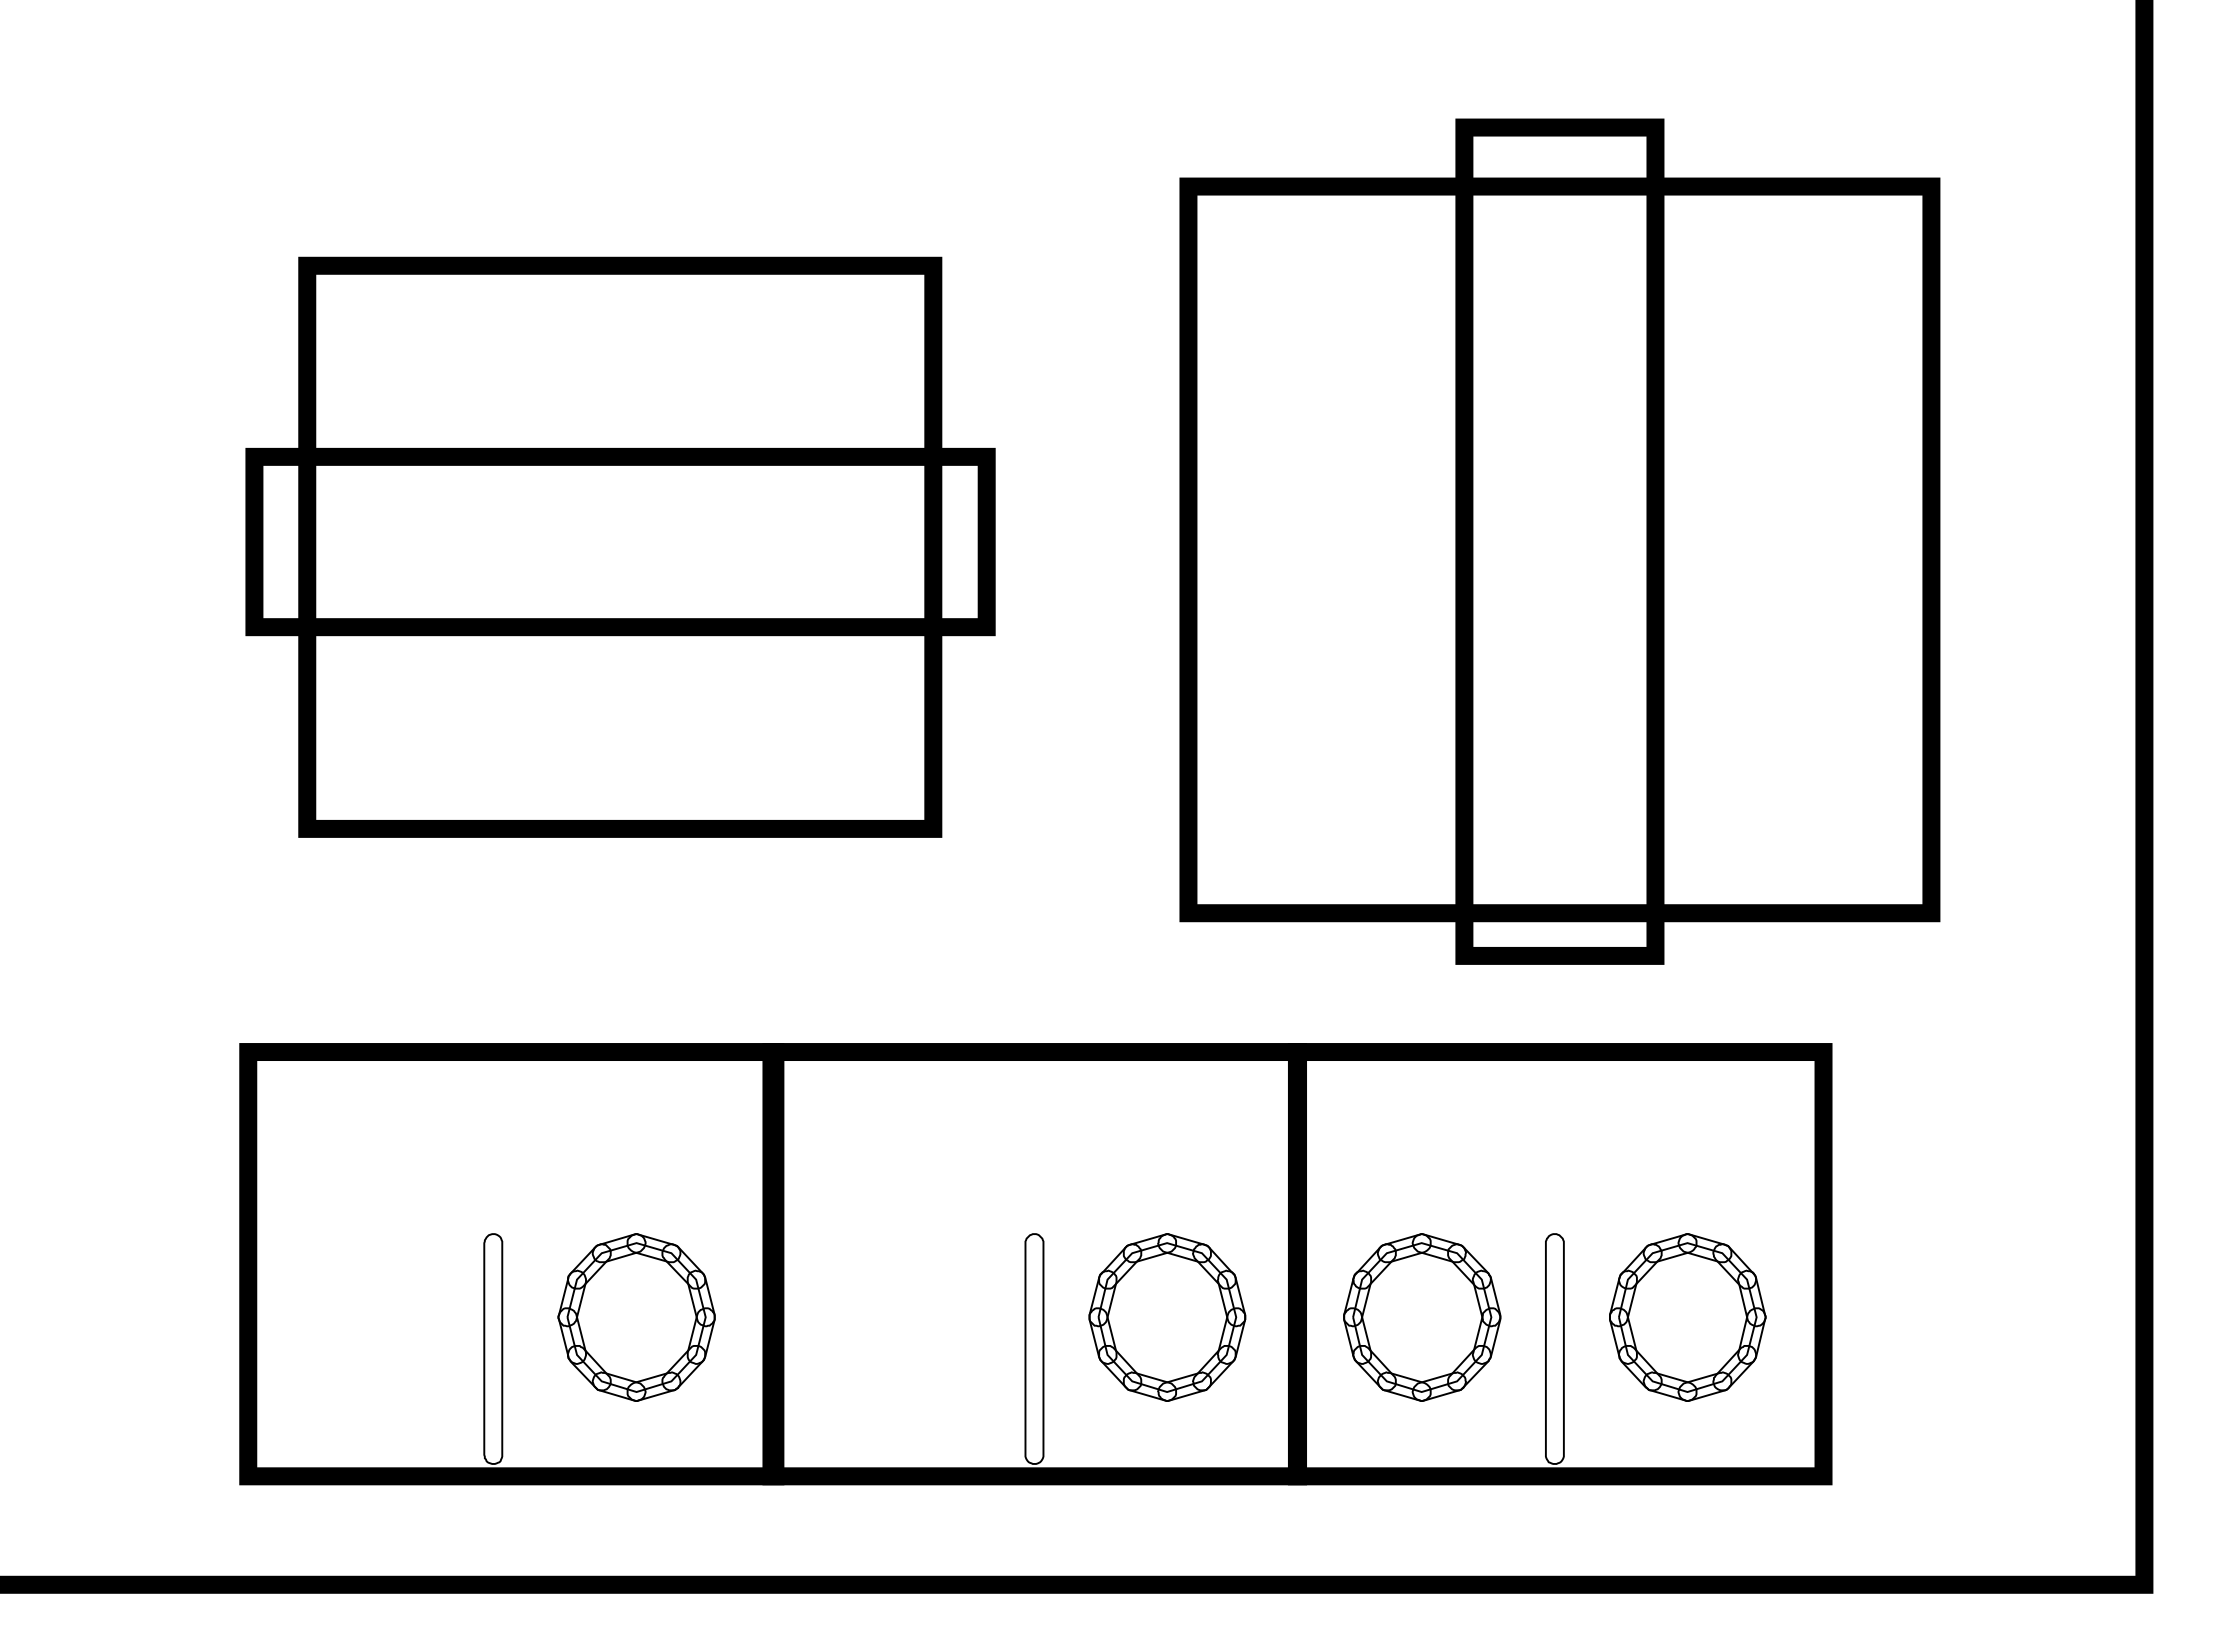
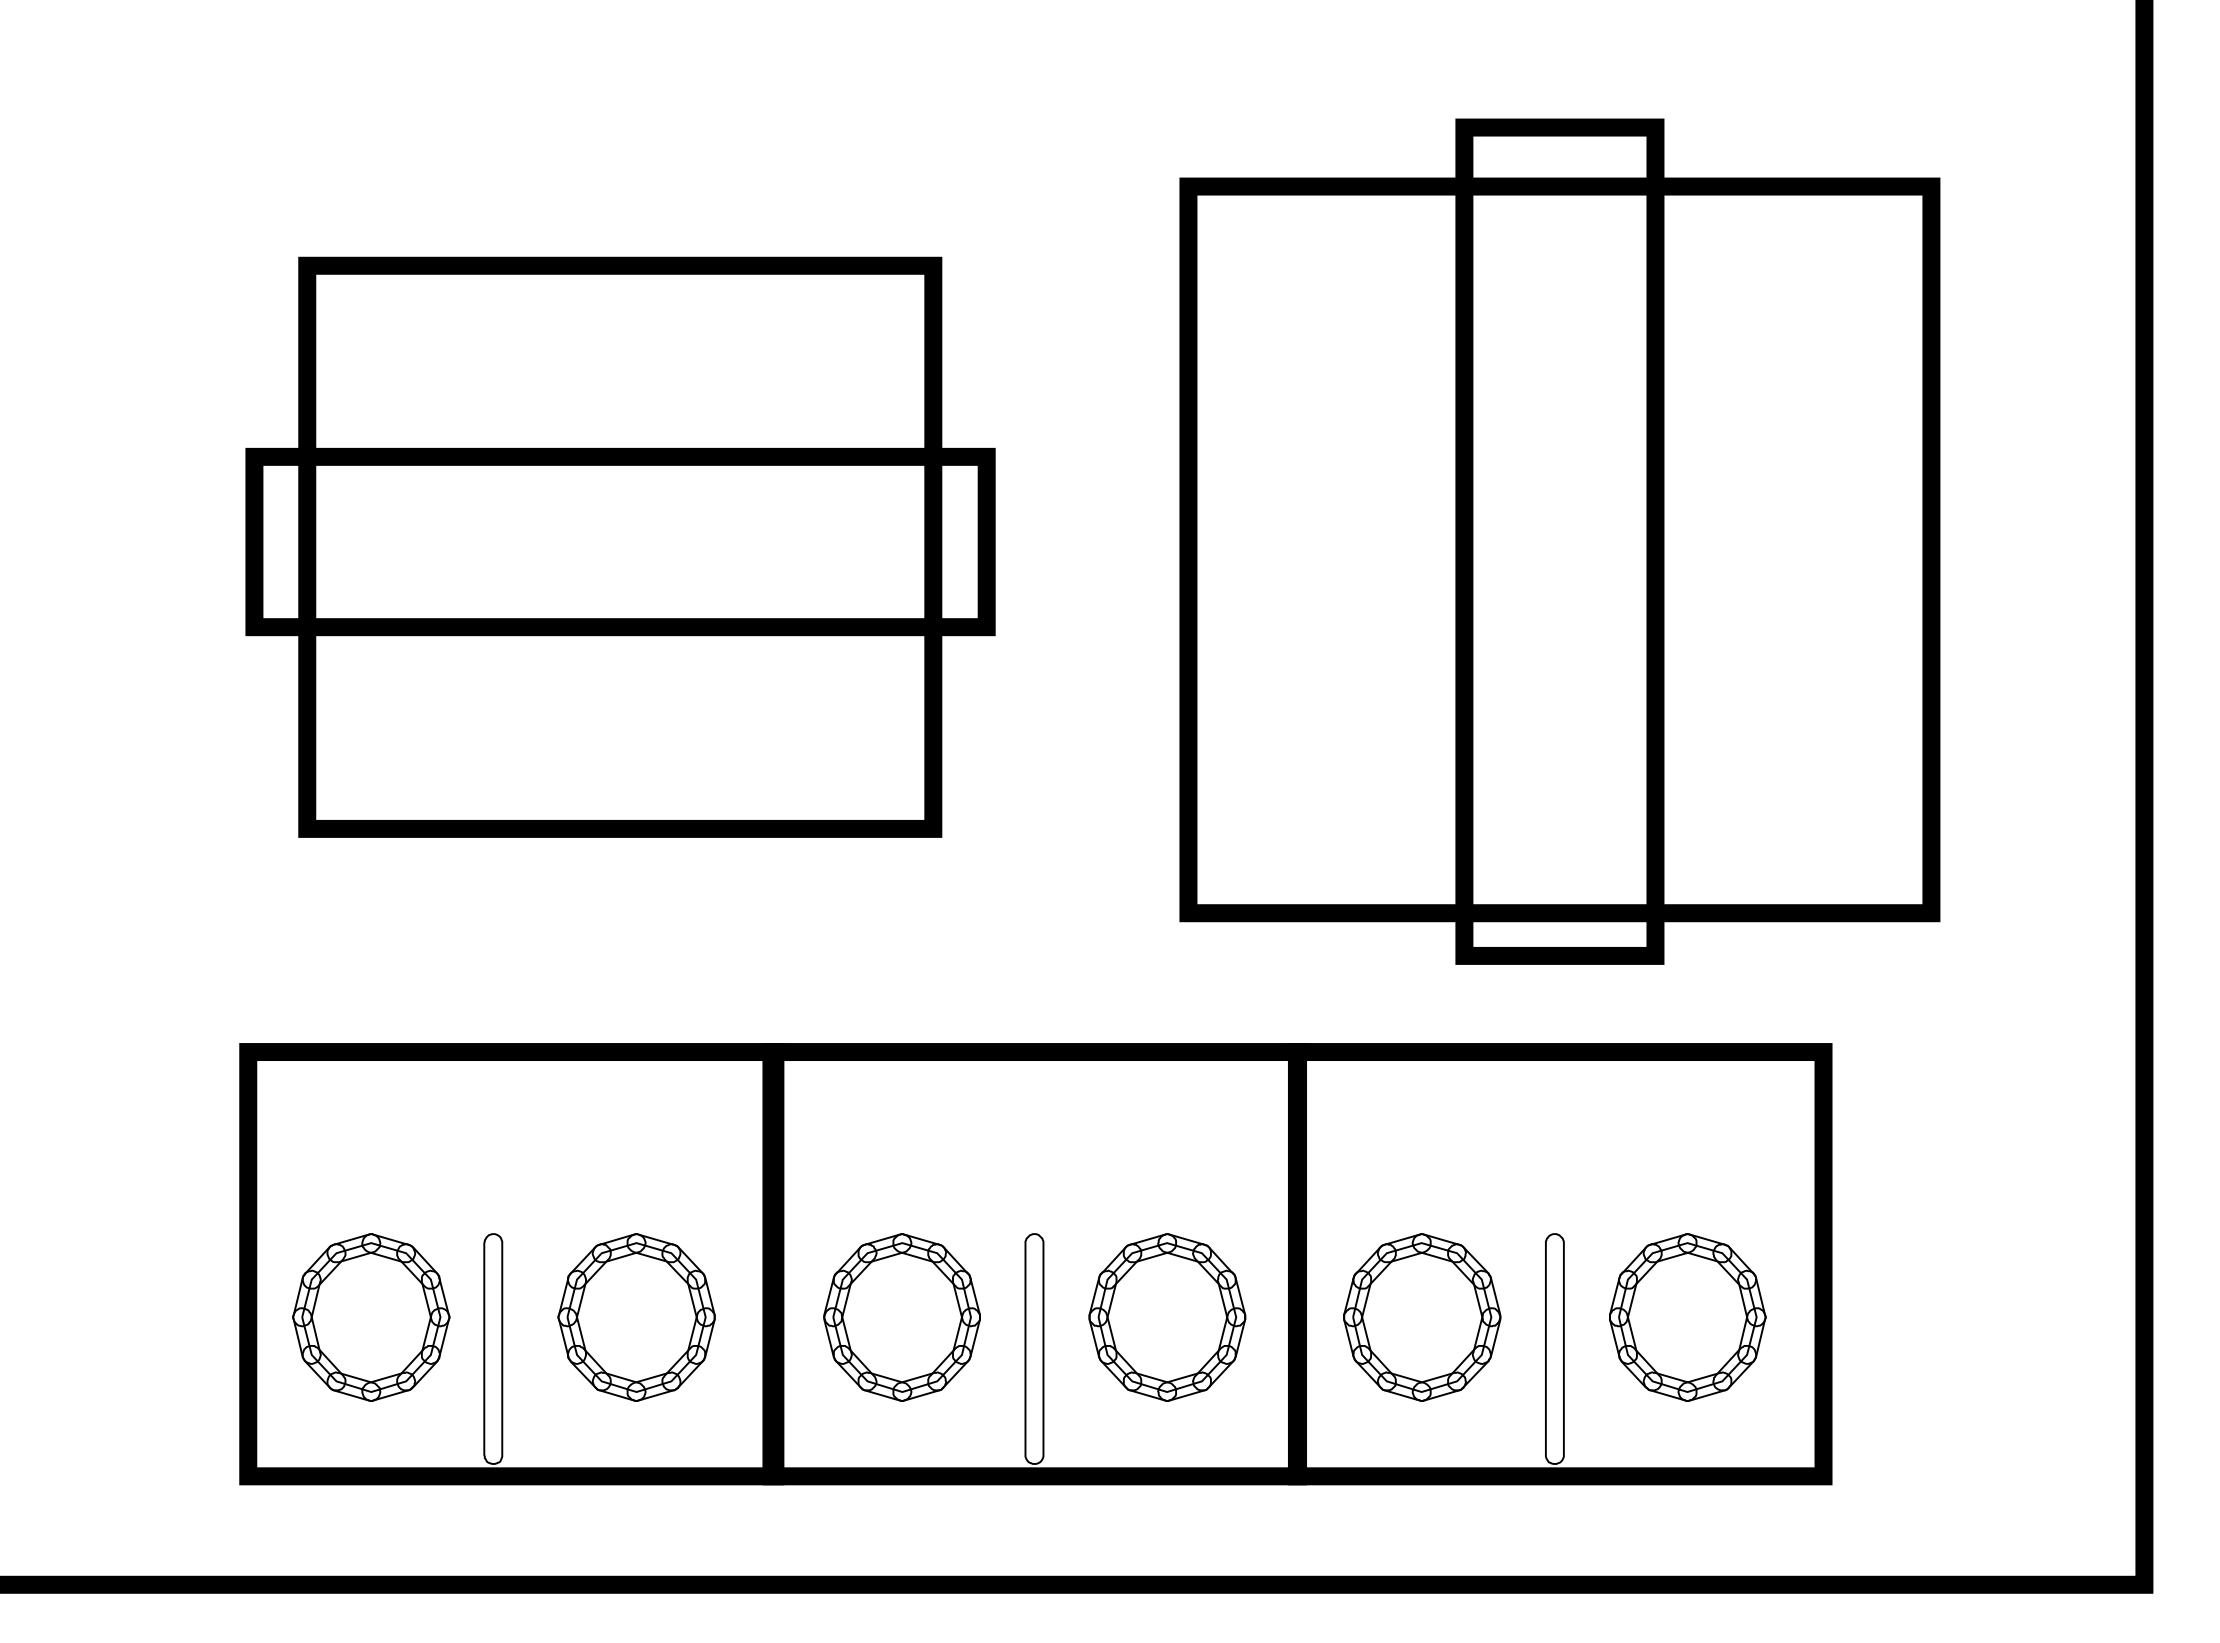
part at (371, 1317): none -> present
part at (901, 1317): none -> present
